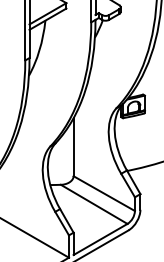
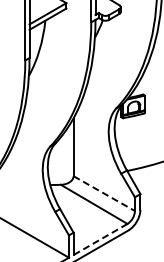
line at (104, 193): solid -> dashed
line at (100, 239): solid -> dashed
